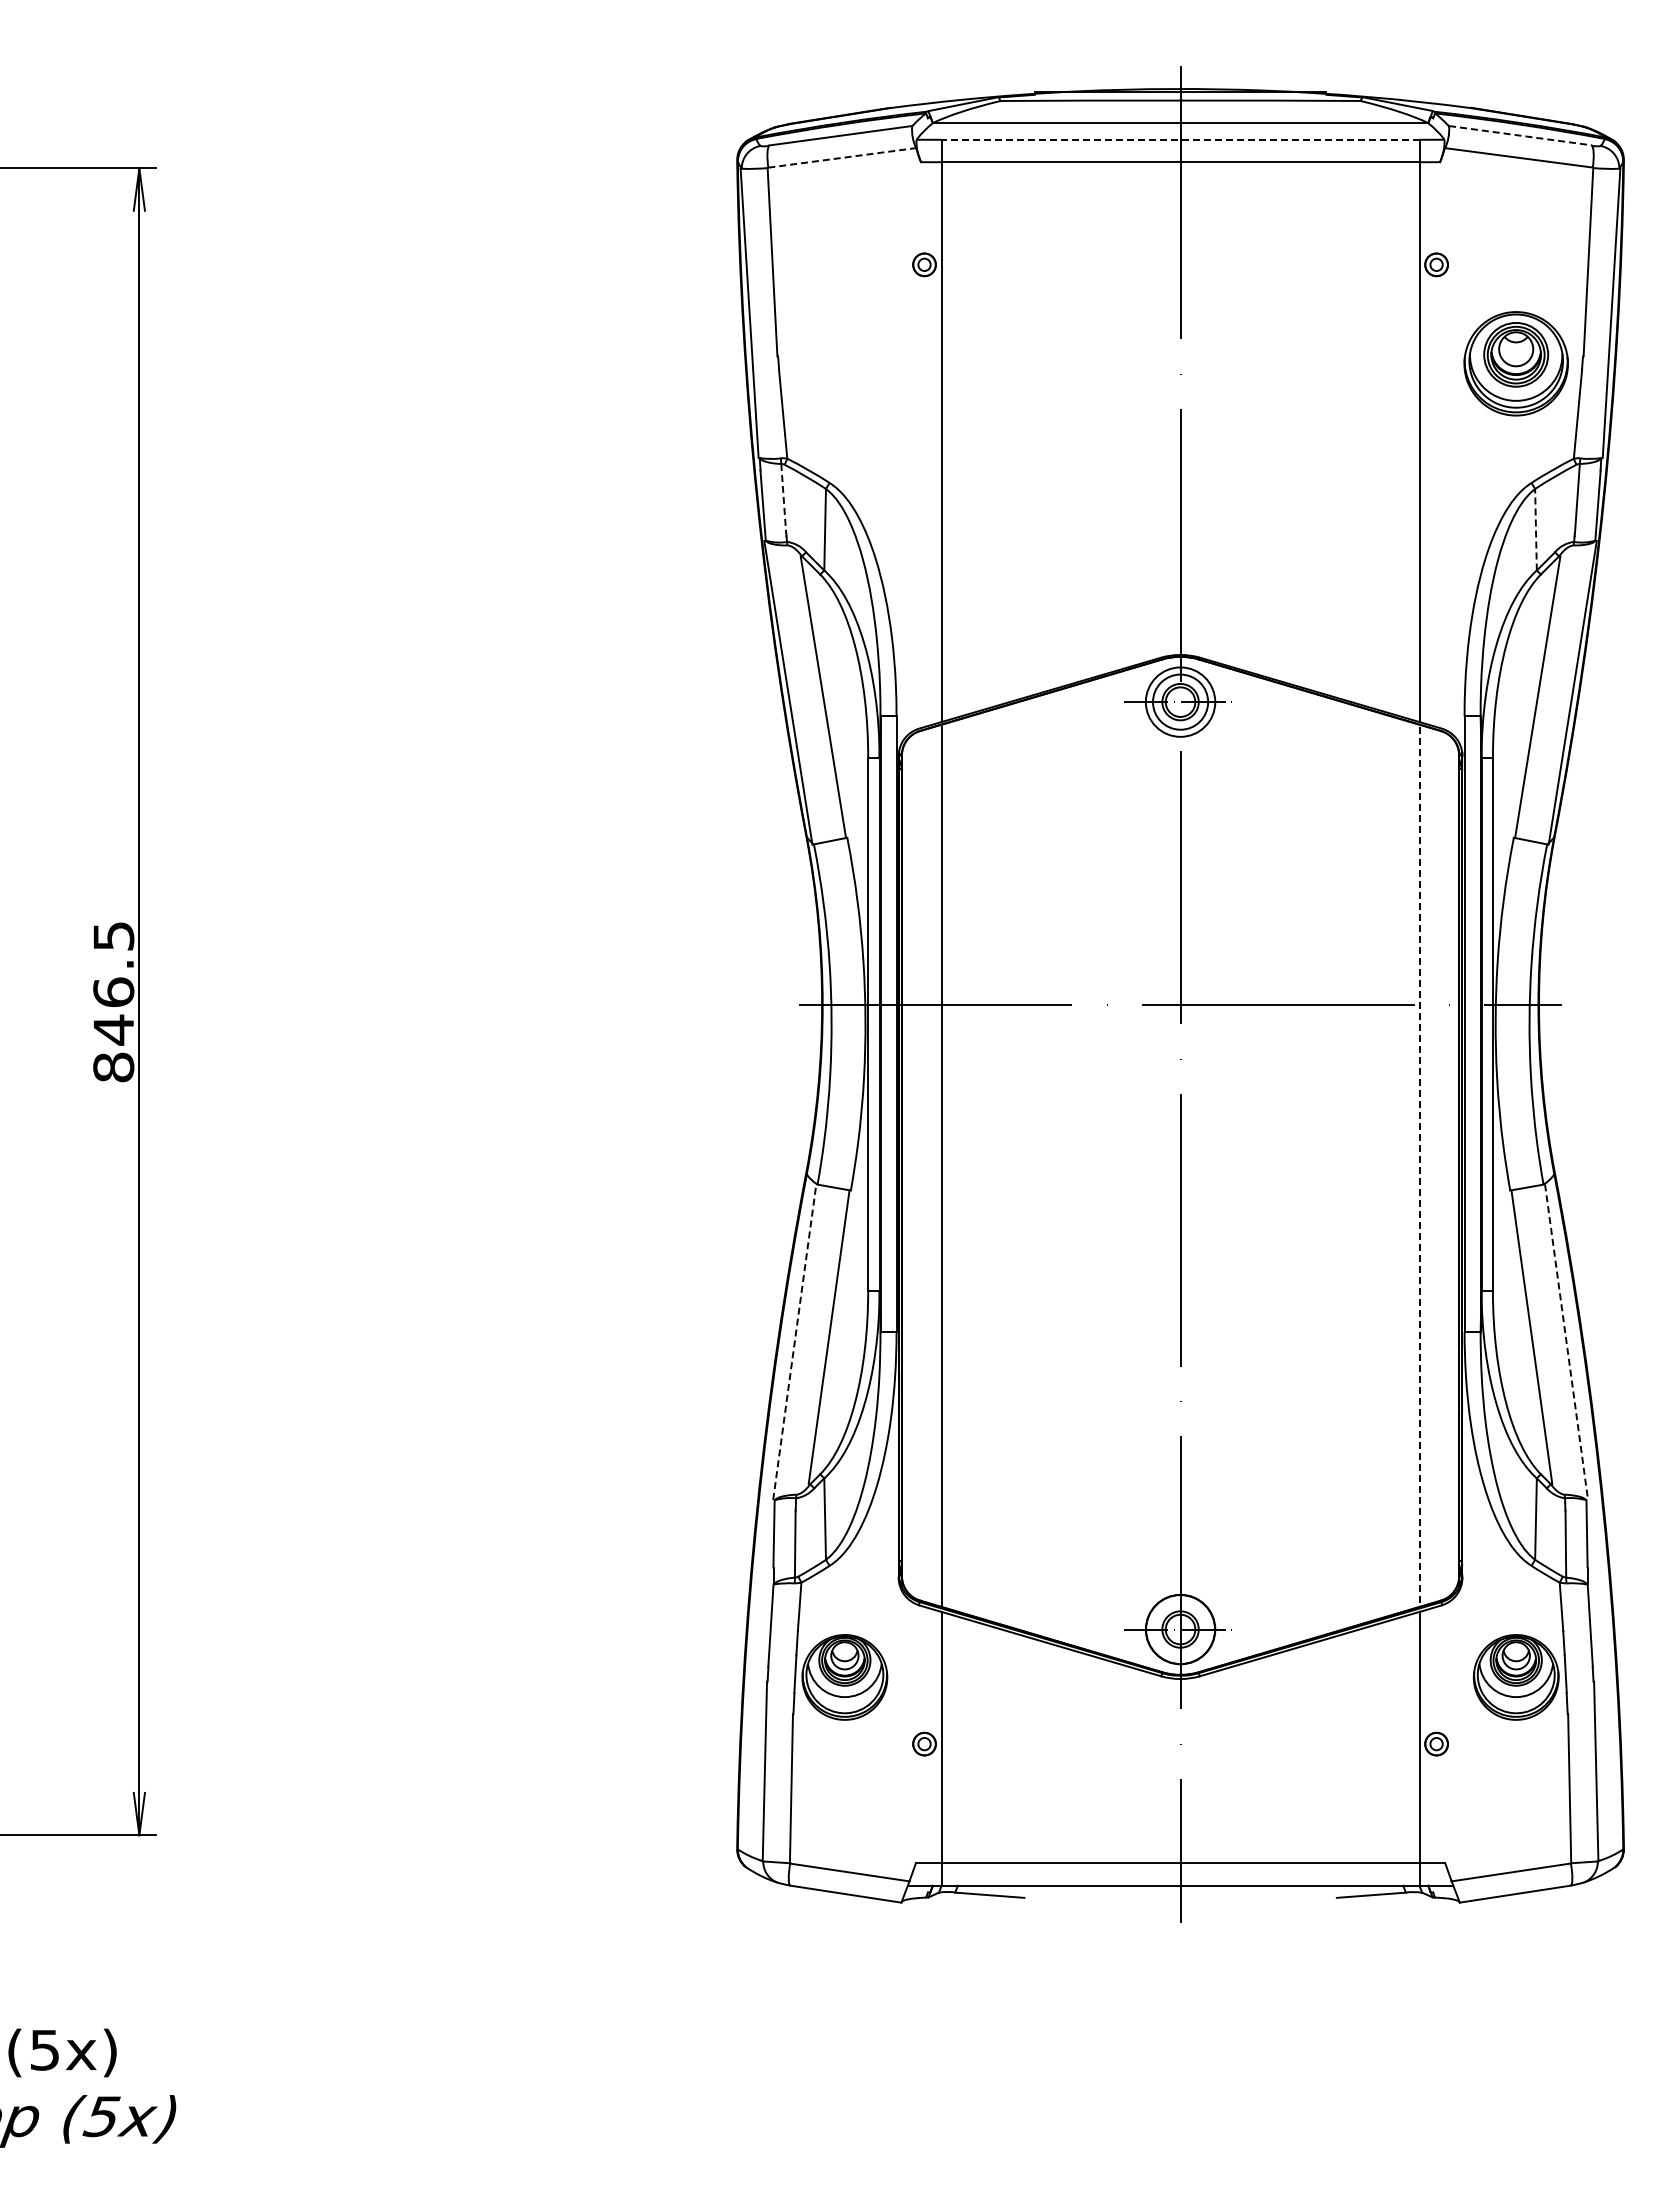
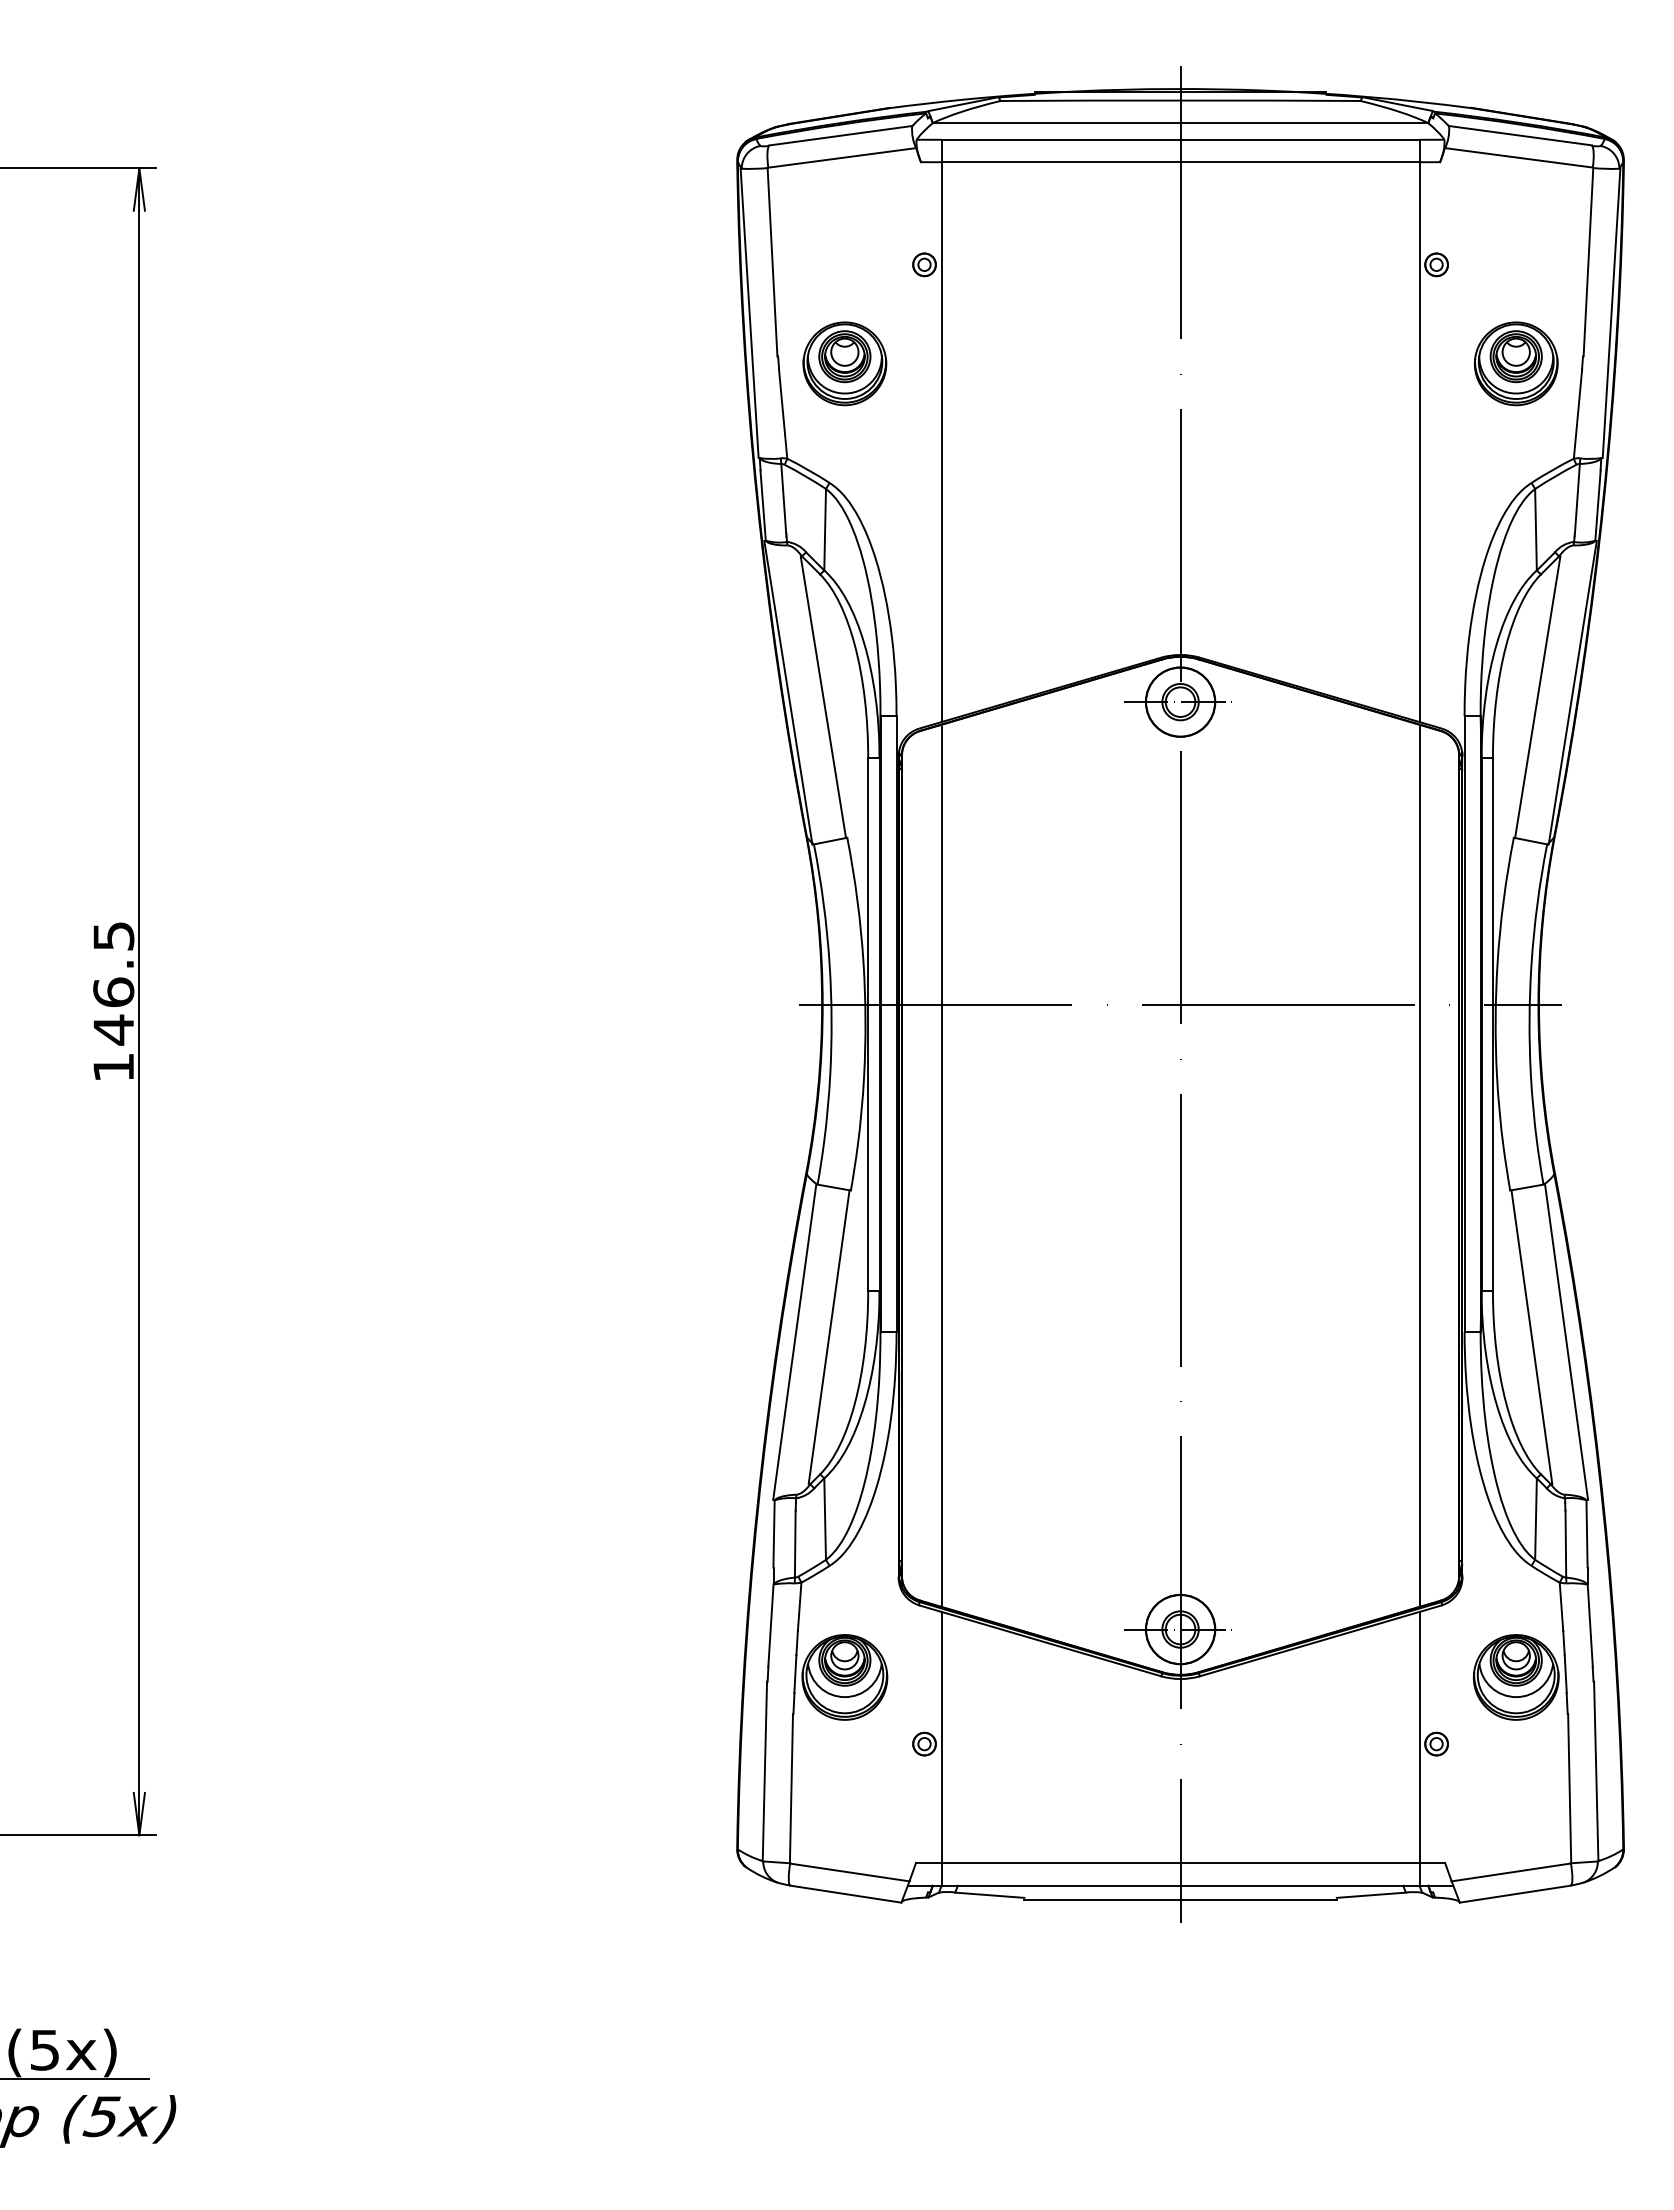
line at (1521, 135): dashed -> solid
line at (1180, 139): dashed -> solid
line at (842, 157): dashed -> solid
part at (844, 363): none -> present
part at (1515, 363) size: 106x106 px -> 85x86 px
line at (783, 498): dashed -> solid
line at (1536, 529): dashed -> solid
circle at (1180, 701) diameter: 55 px -> 69 px
text at (113, 1067): 846.5 -> 146.5
line at (1419, 1165): dashed -> solid
line at (794, 1341): dashed -> solid
line at (1566, 1342): dashed -> solid
line at (1180, 1900): none -> present
line at (75, 2079): none -> present
